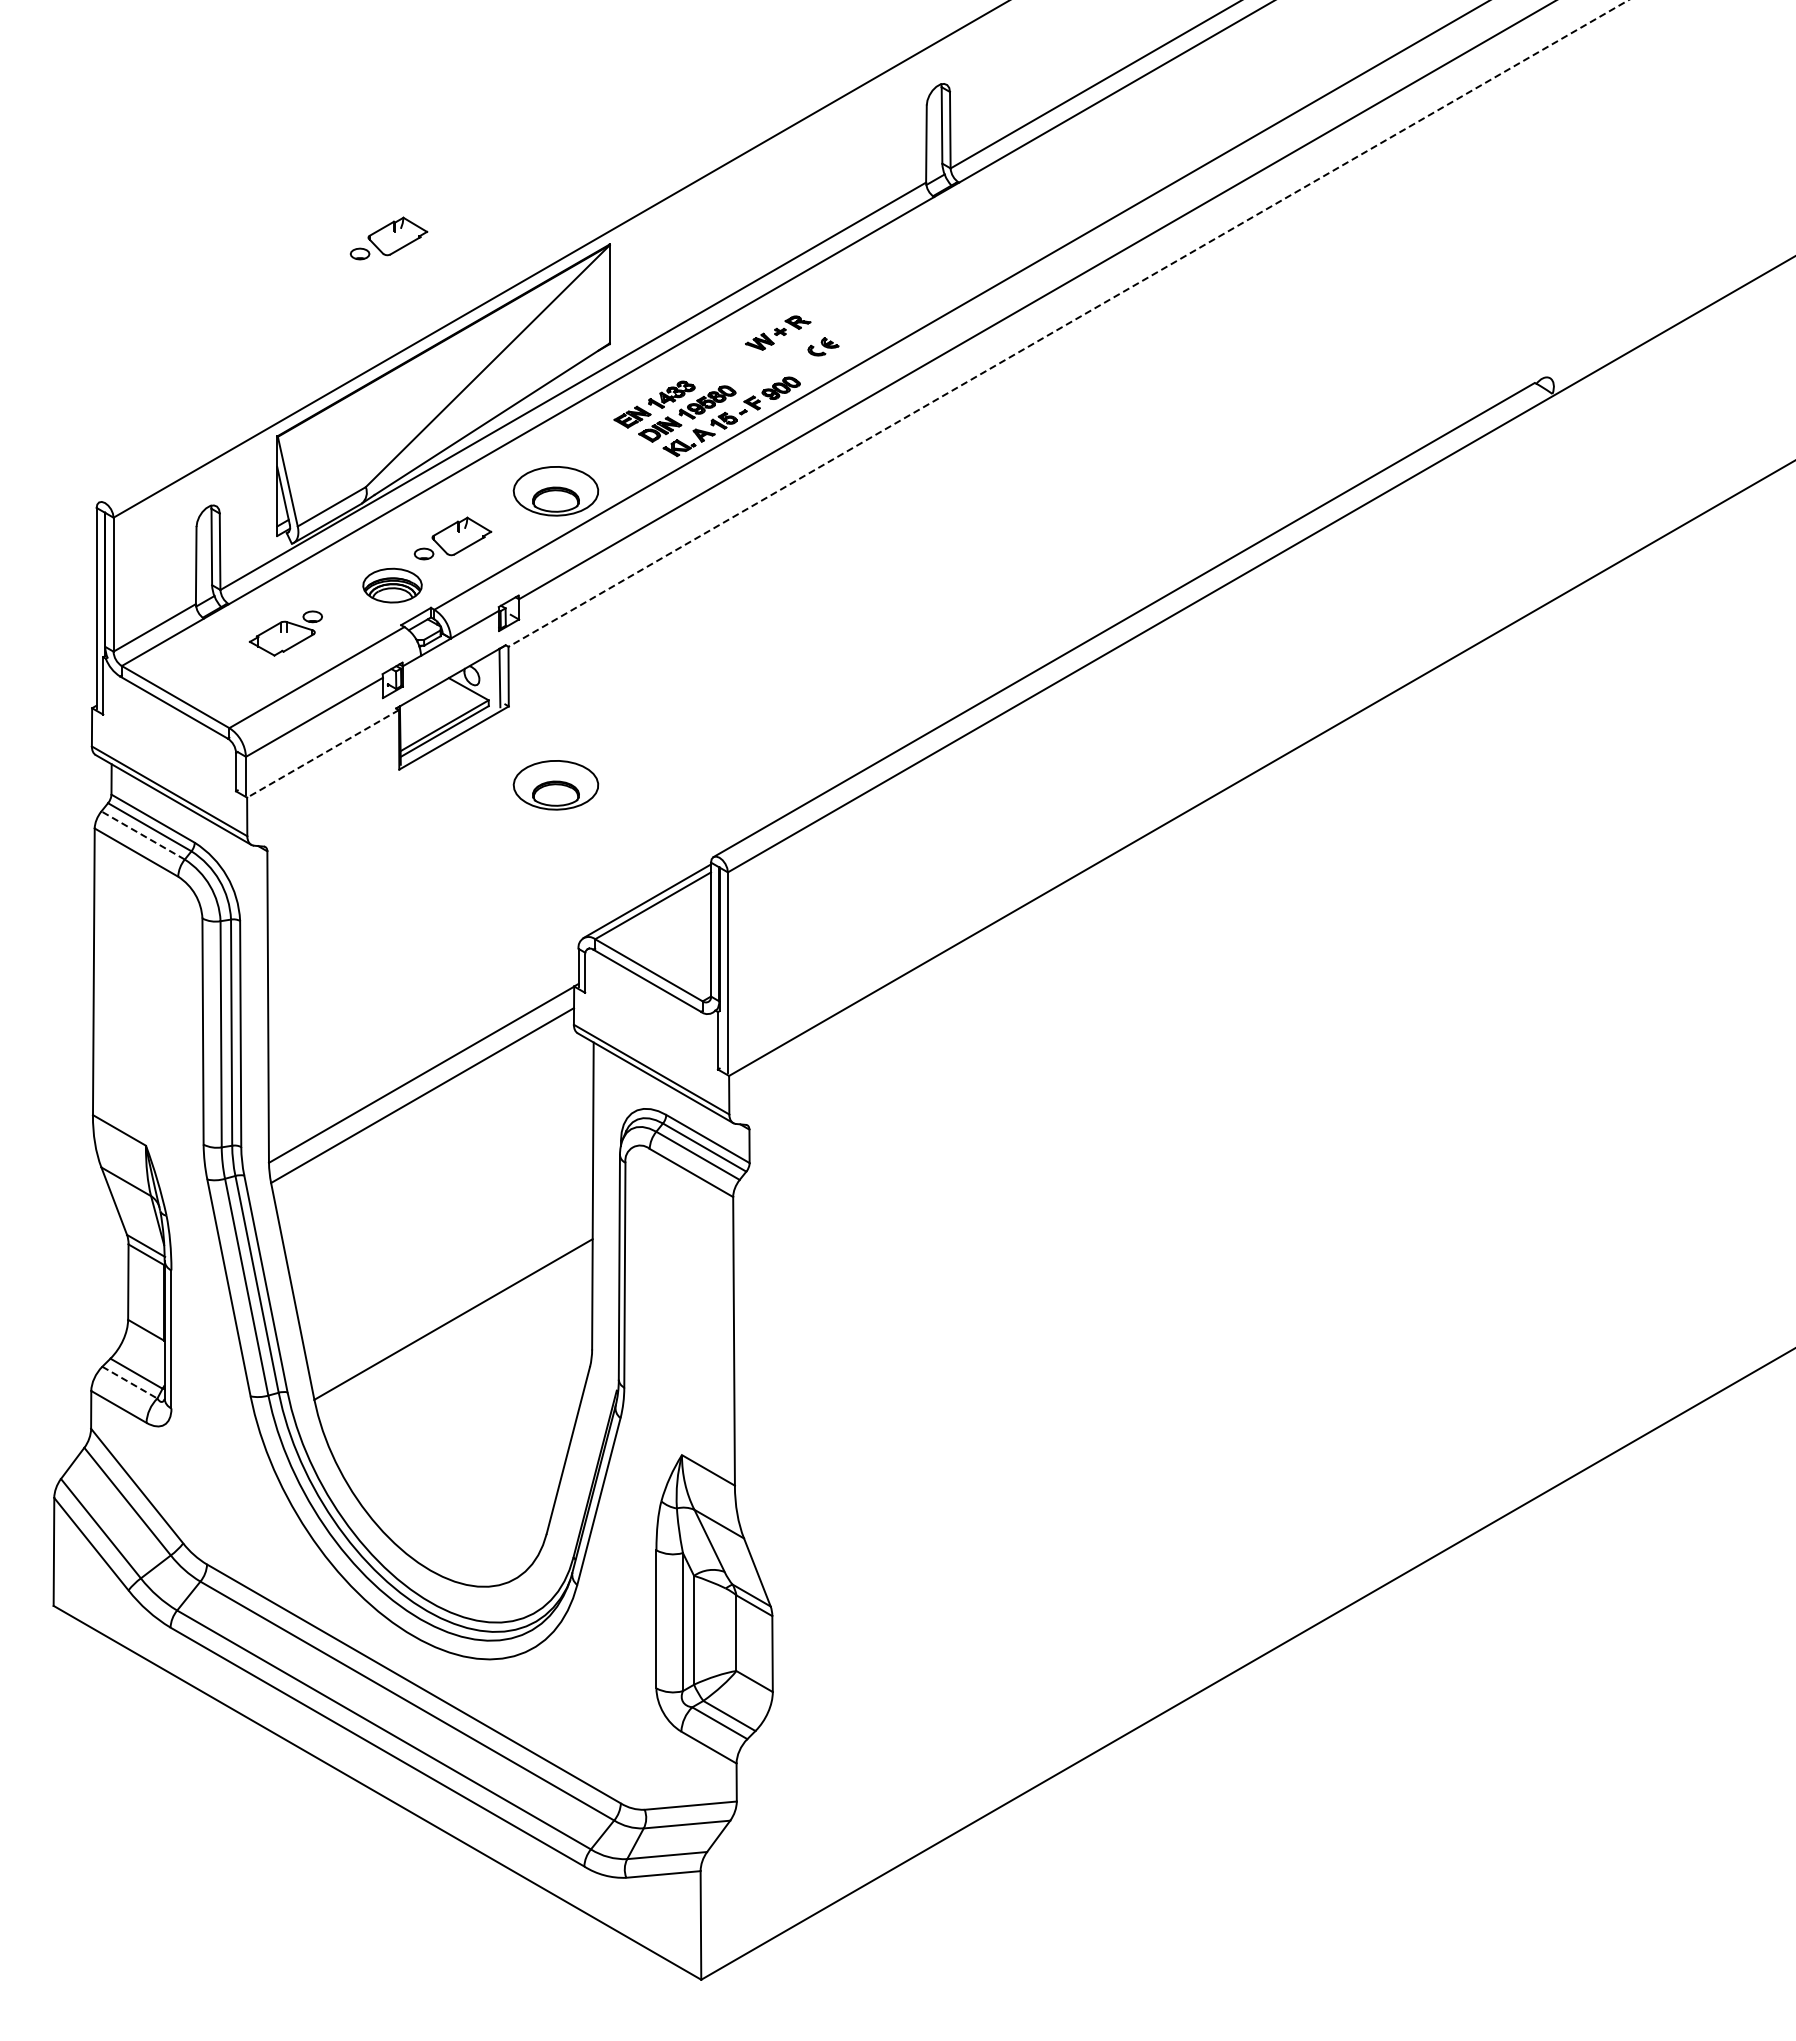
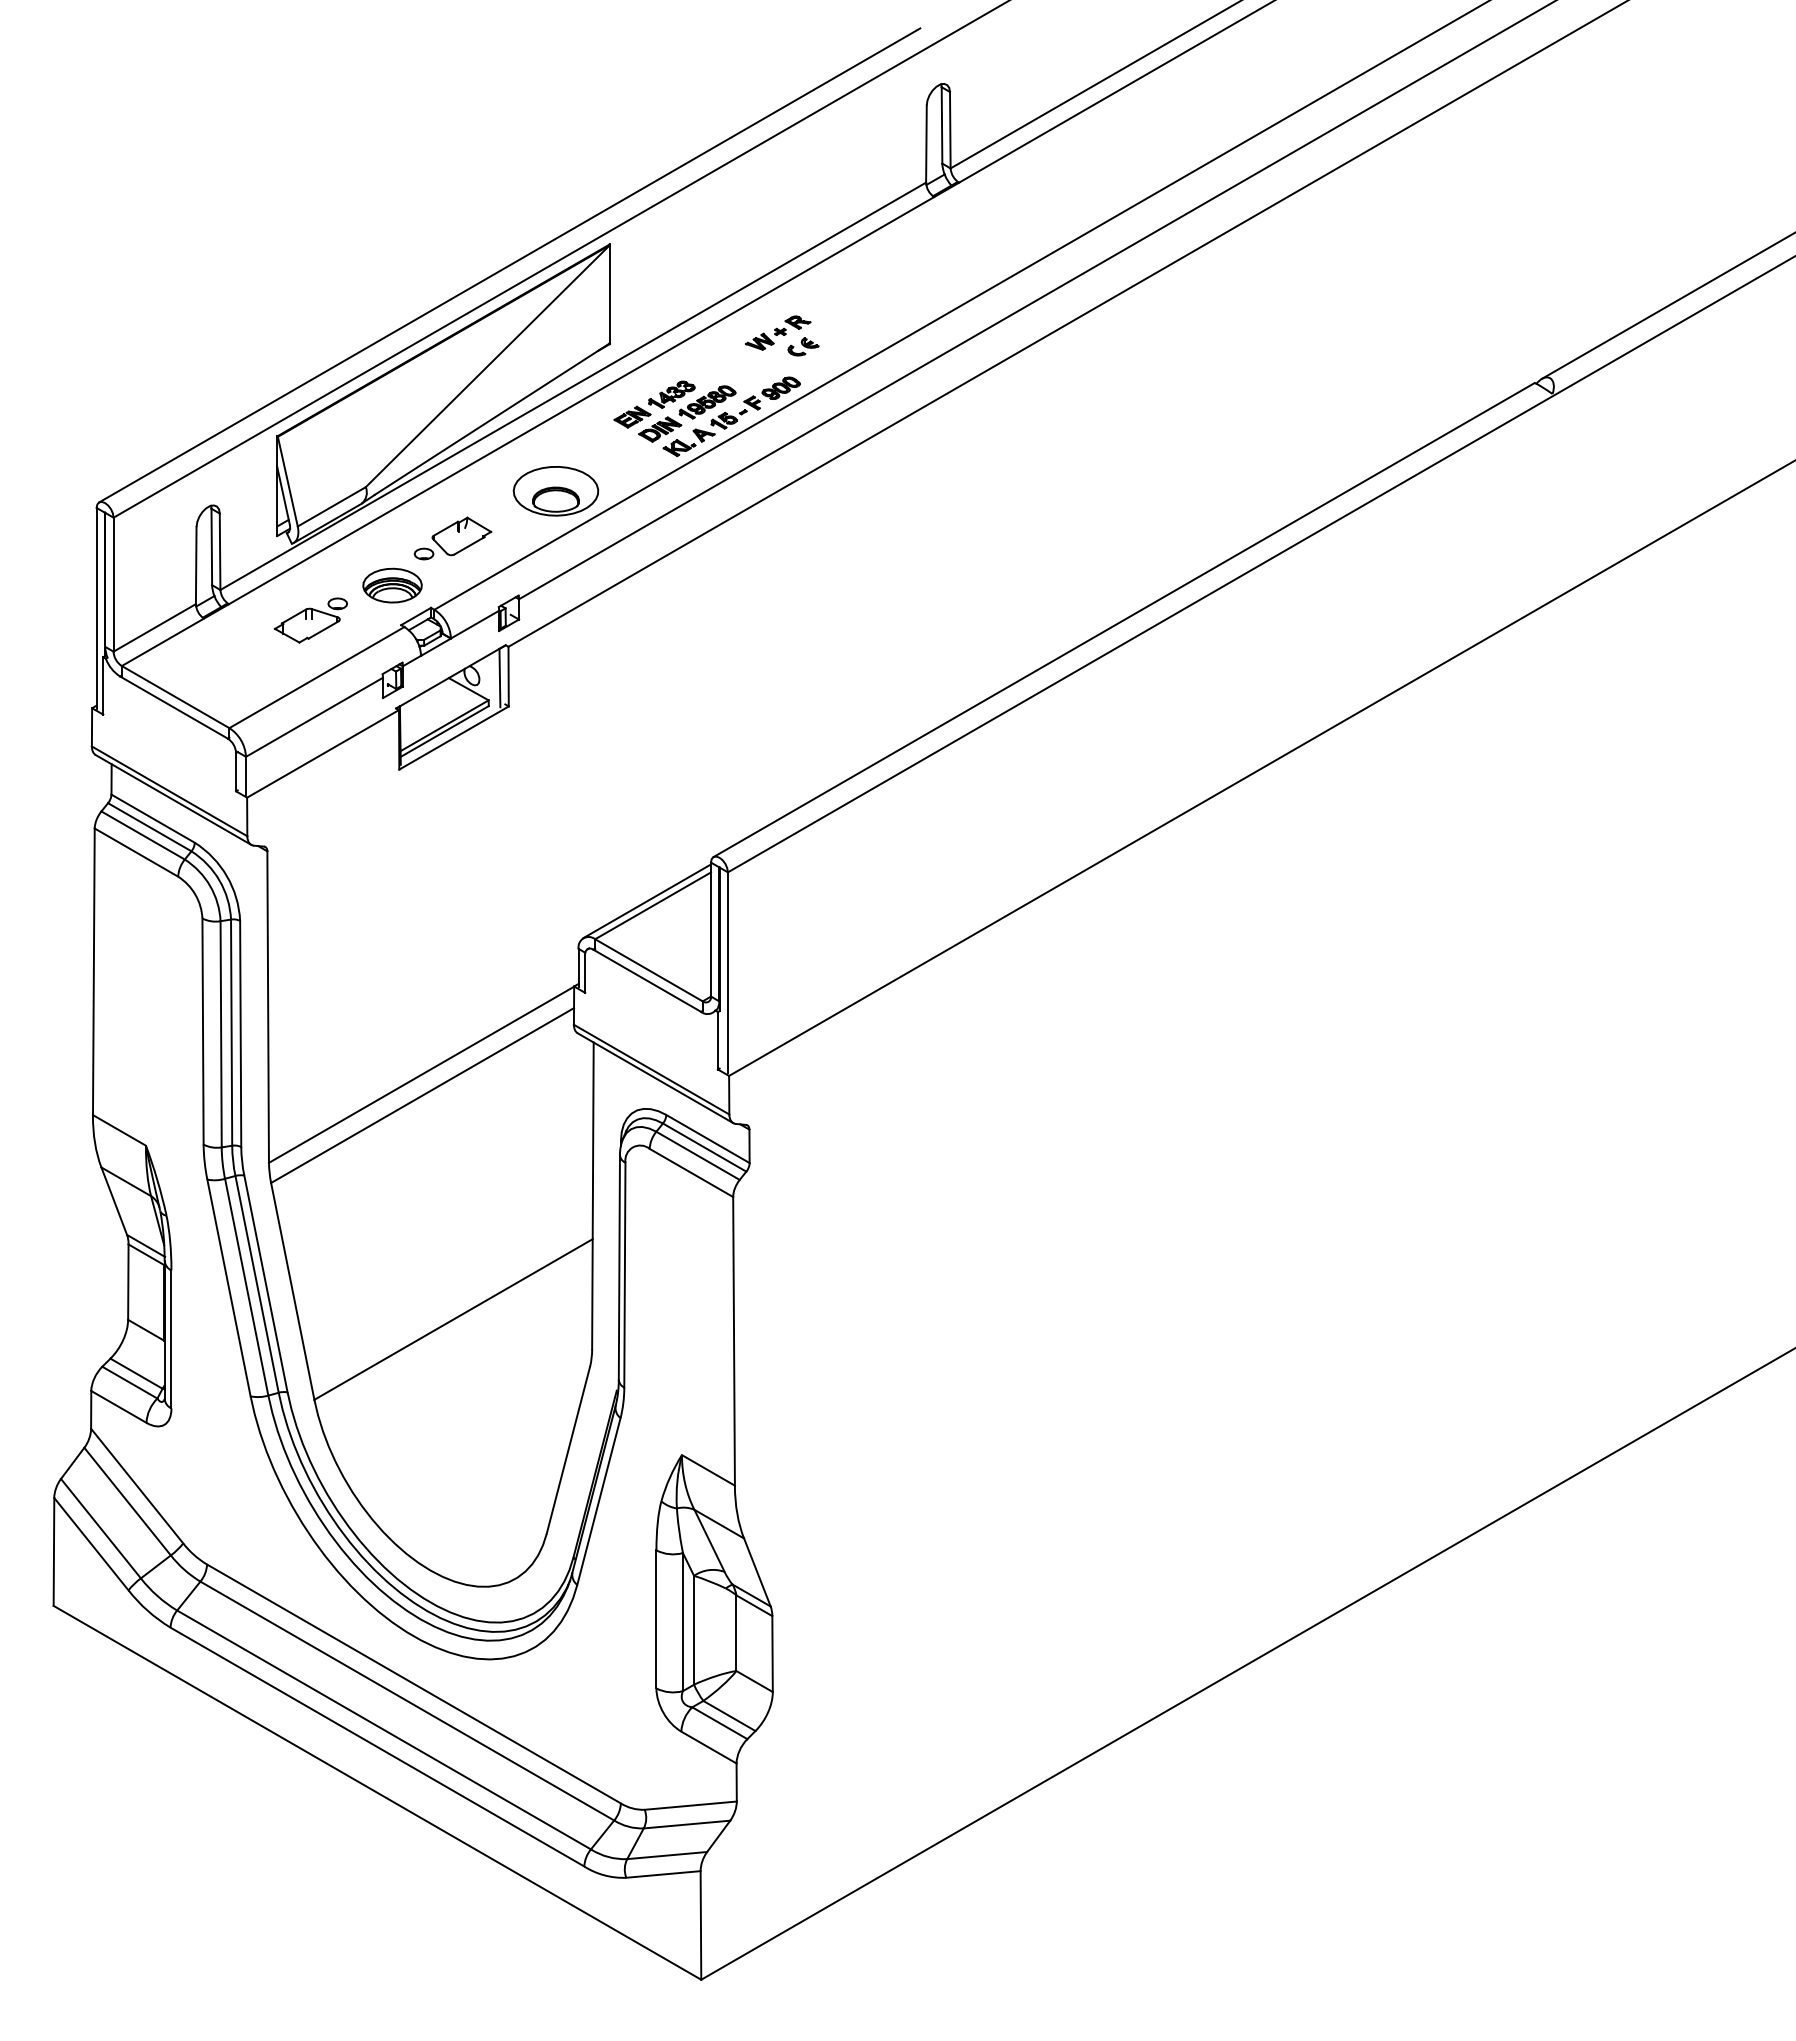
part at (388, 238): present -> none
line at (509, 265): none -> present
line at (1666, 306): none -> present
line at (1068, 323): dashed -> solid
part at (823, 346) position: (823, 346) -> (803, 346)
part at (285, 633) position: (285, 633) -> (310, 620)
line at (323, 753): dashed -> solid
part at (555, 785): present -> none
line at (142, 835): dashed -> solid
line at (129, 1382): dashed -> solid
